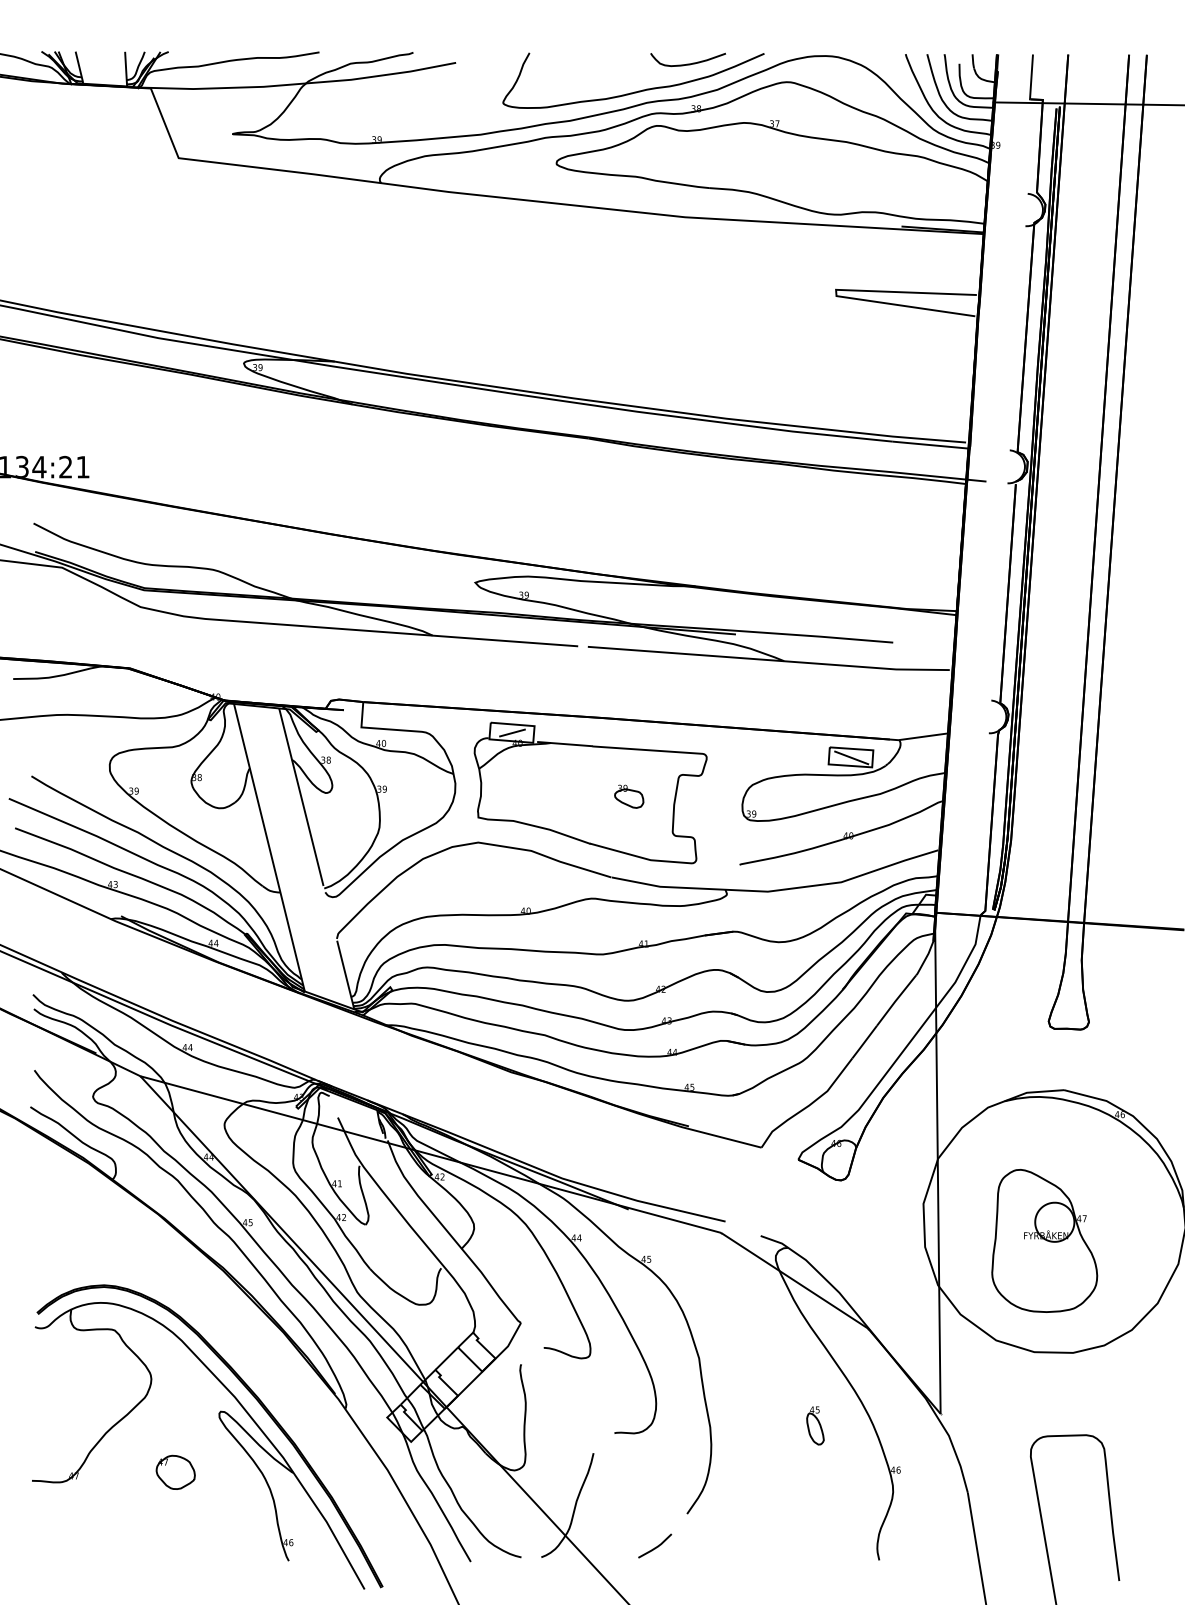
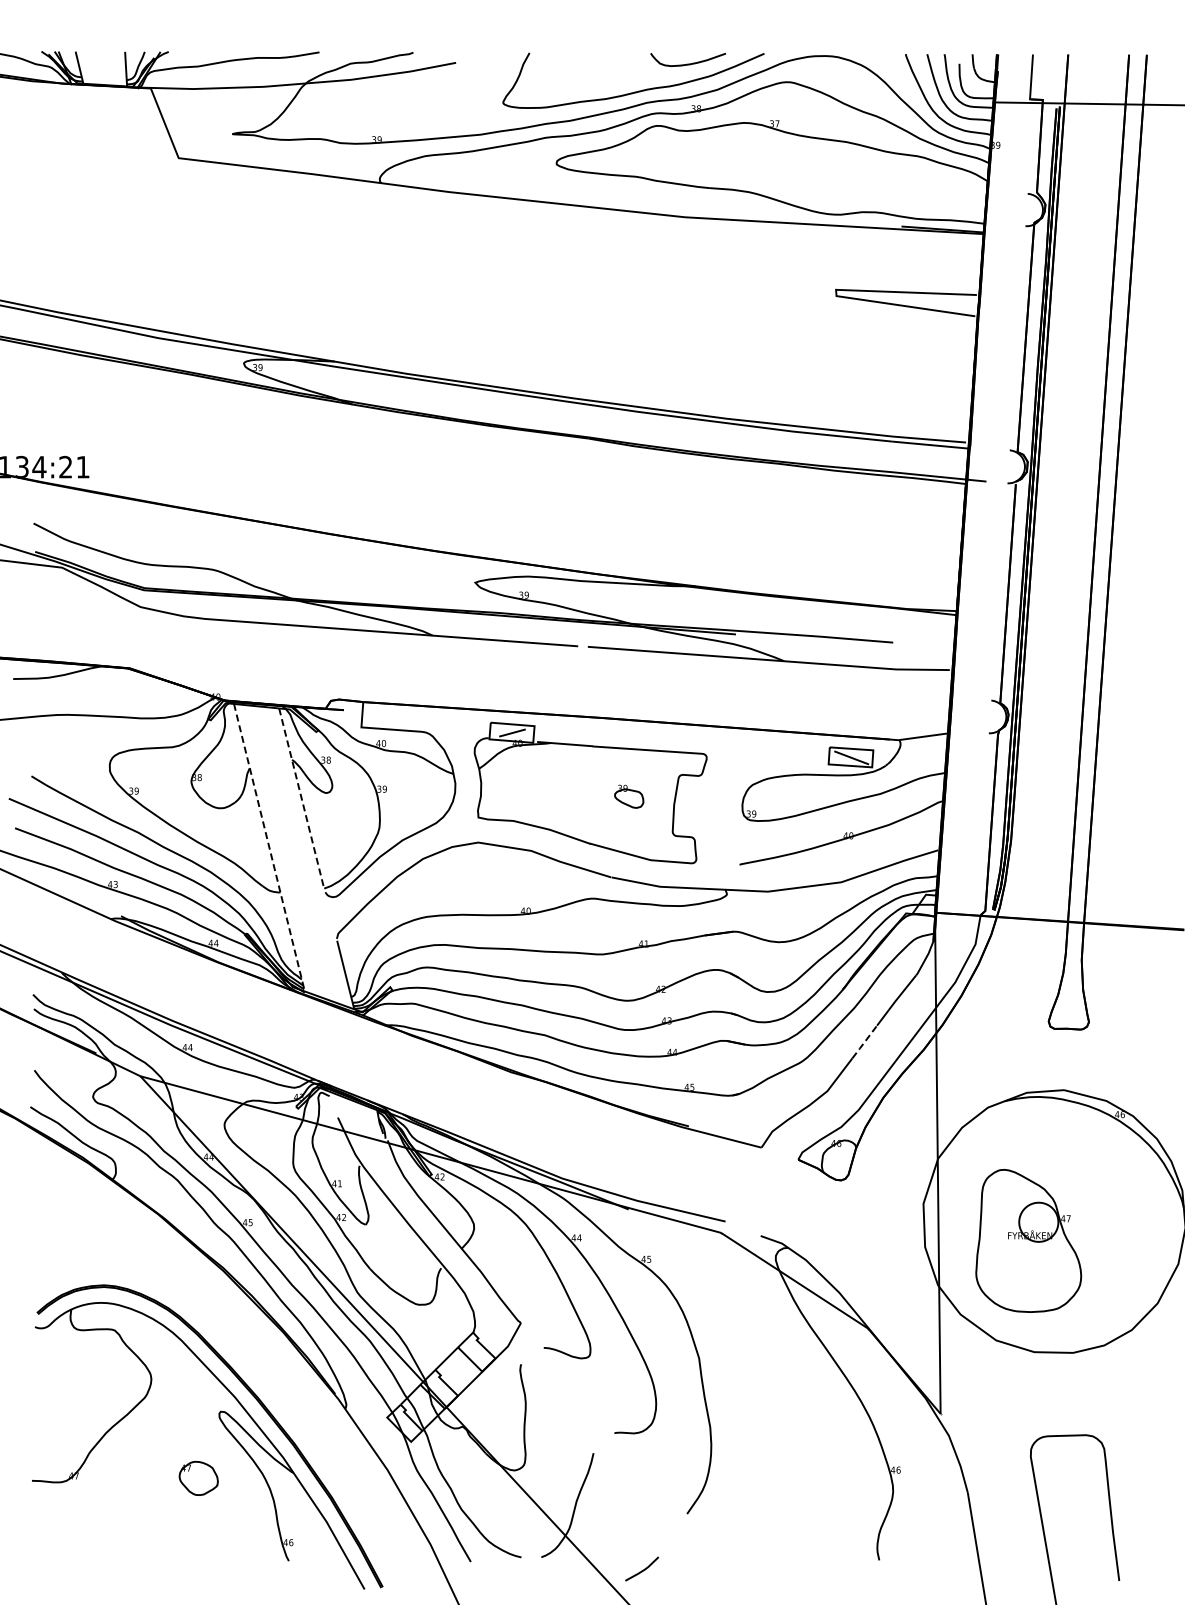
line at (301, 797): solid -> dashed
line at (269, 848): solid -> dashed
line at (864, 1042): solid -> dashed
part at (1044, 1240) position: (1044, 1240) -> (1028, 1240)
part at (815, 1425): present -> none
part at (175, 1471) position: (175, 1471) -> (198, 1477)
line at (656, 1546) position: (656, 1546) -> (643, 1569)
